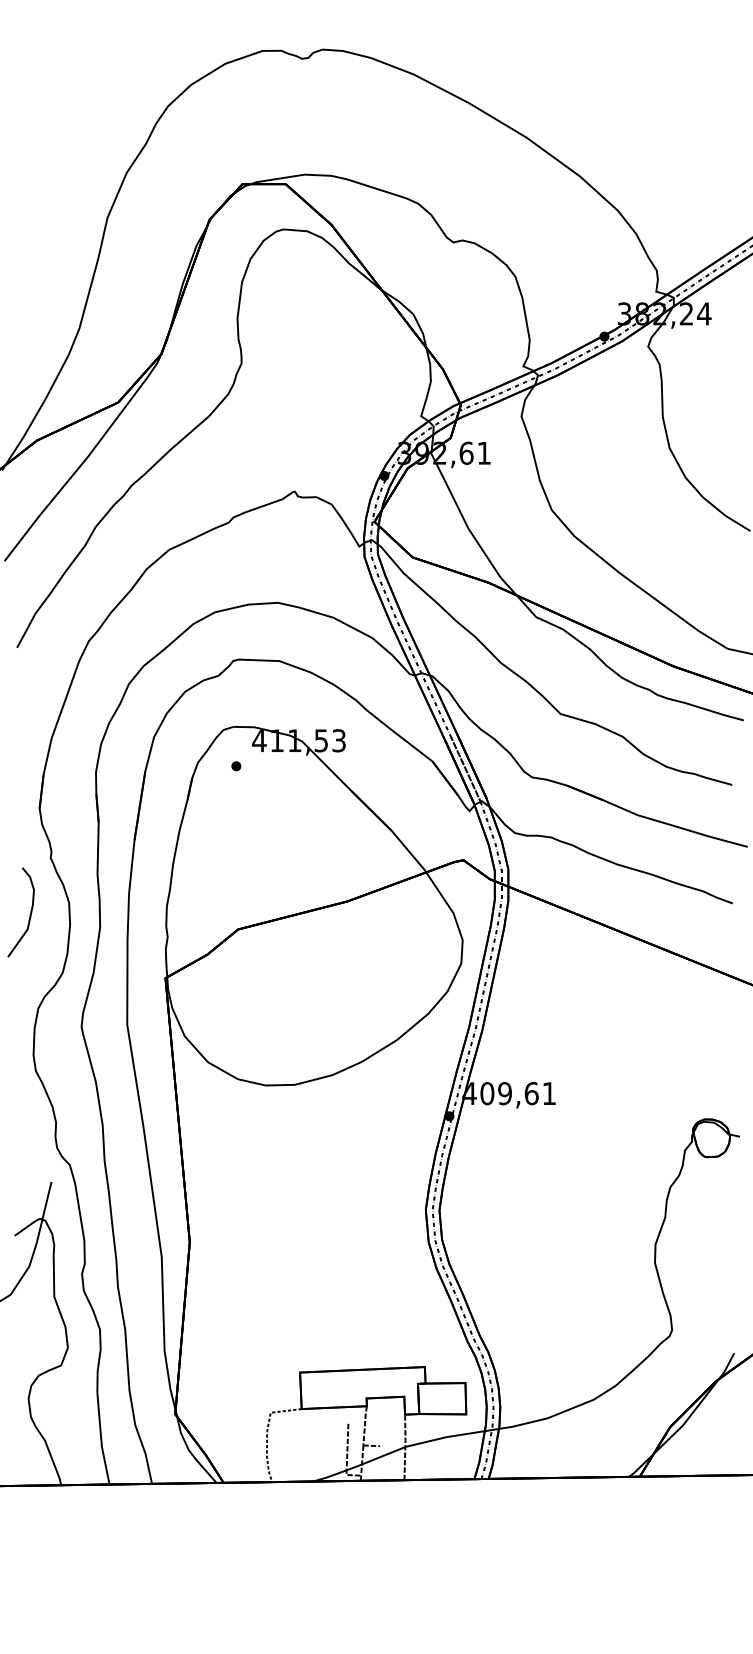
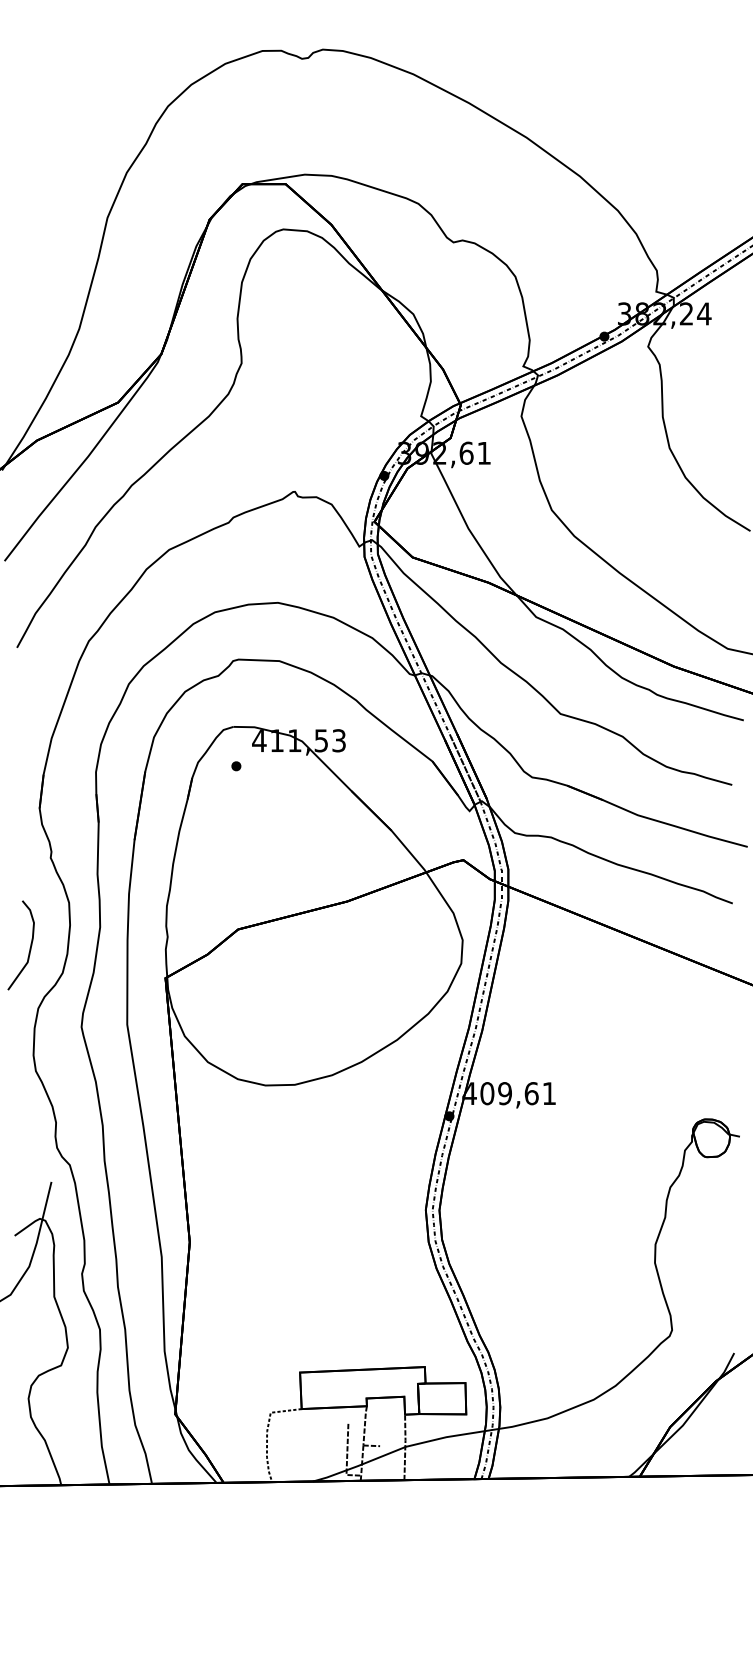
curve at (29, 915) position: (29, 915) -> (29, 948)
